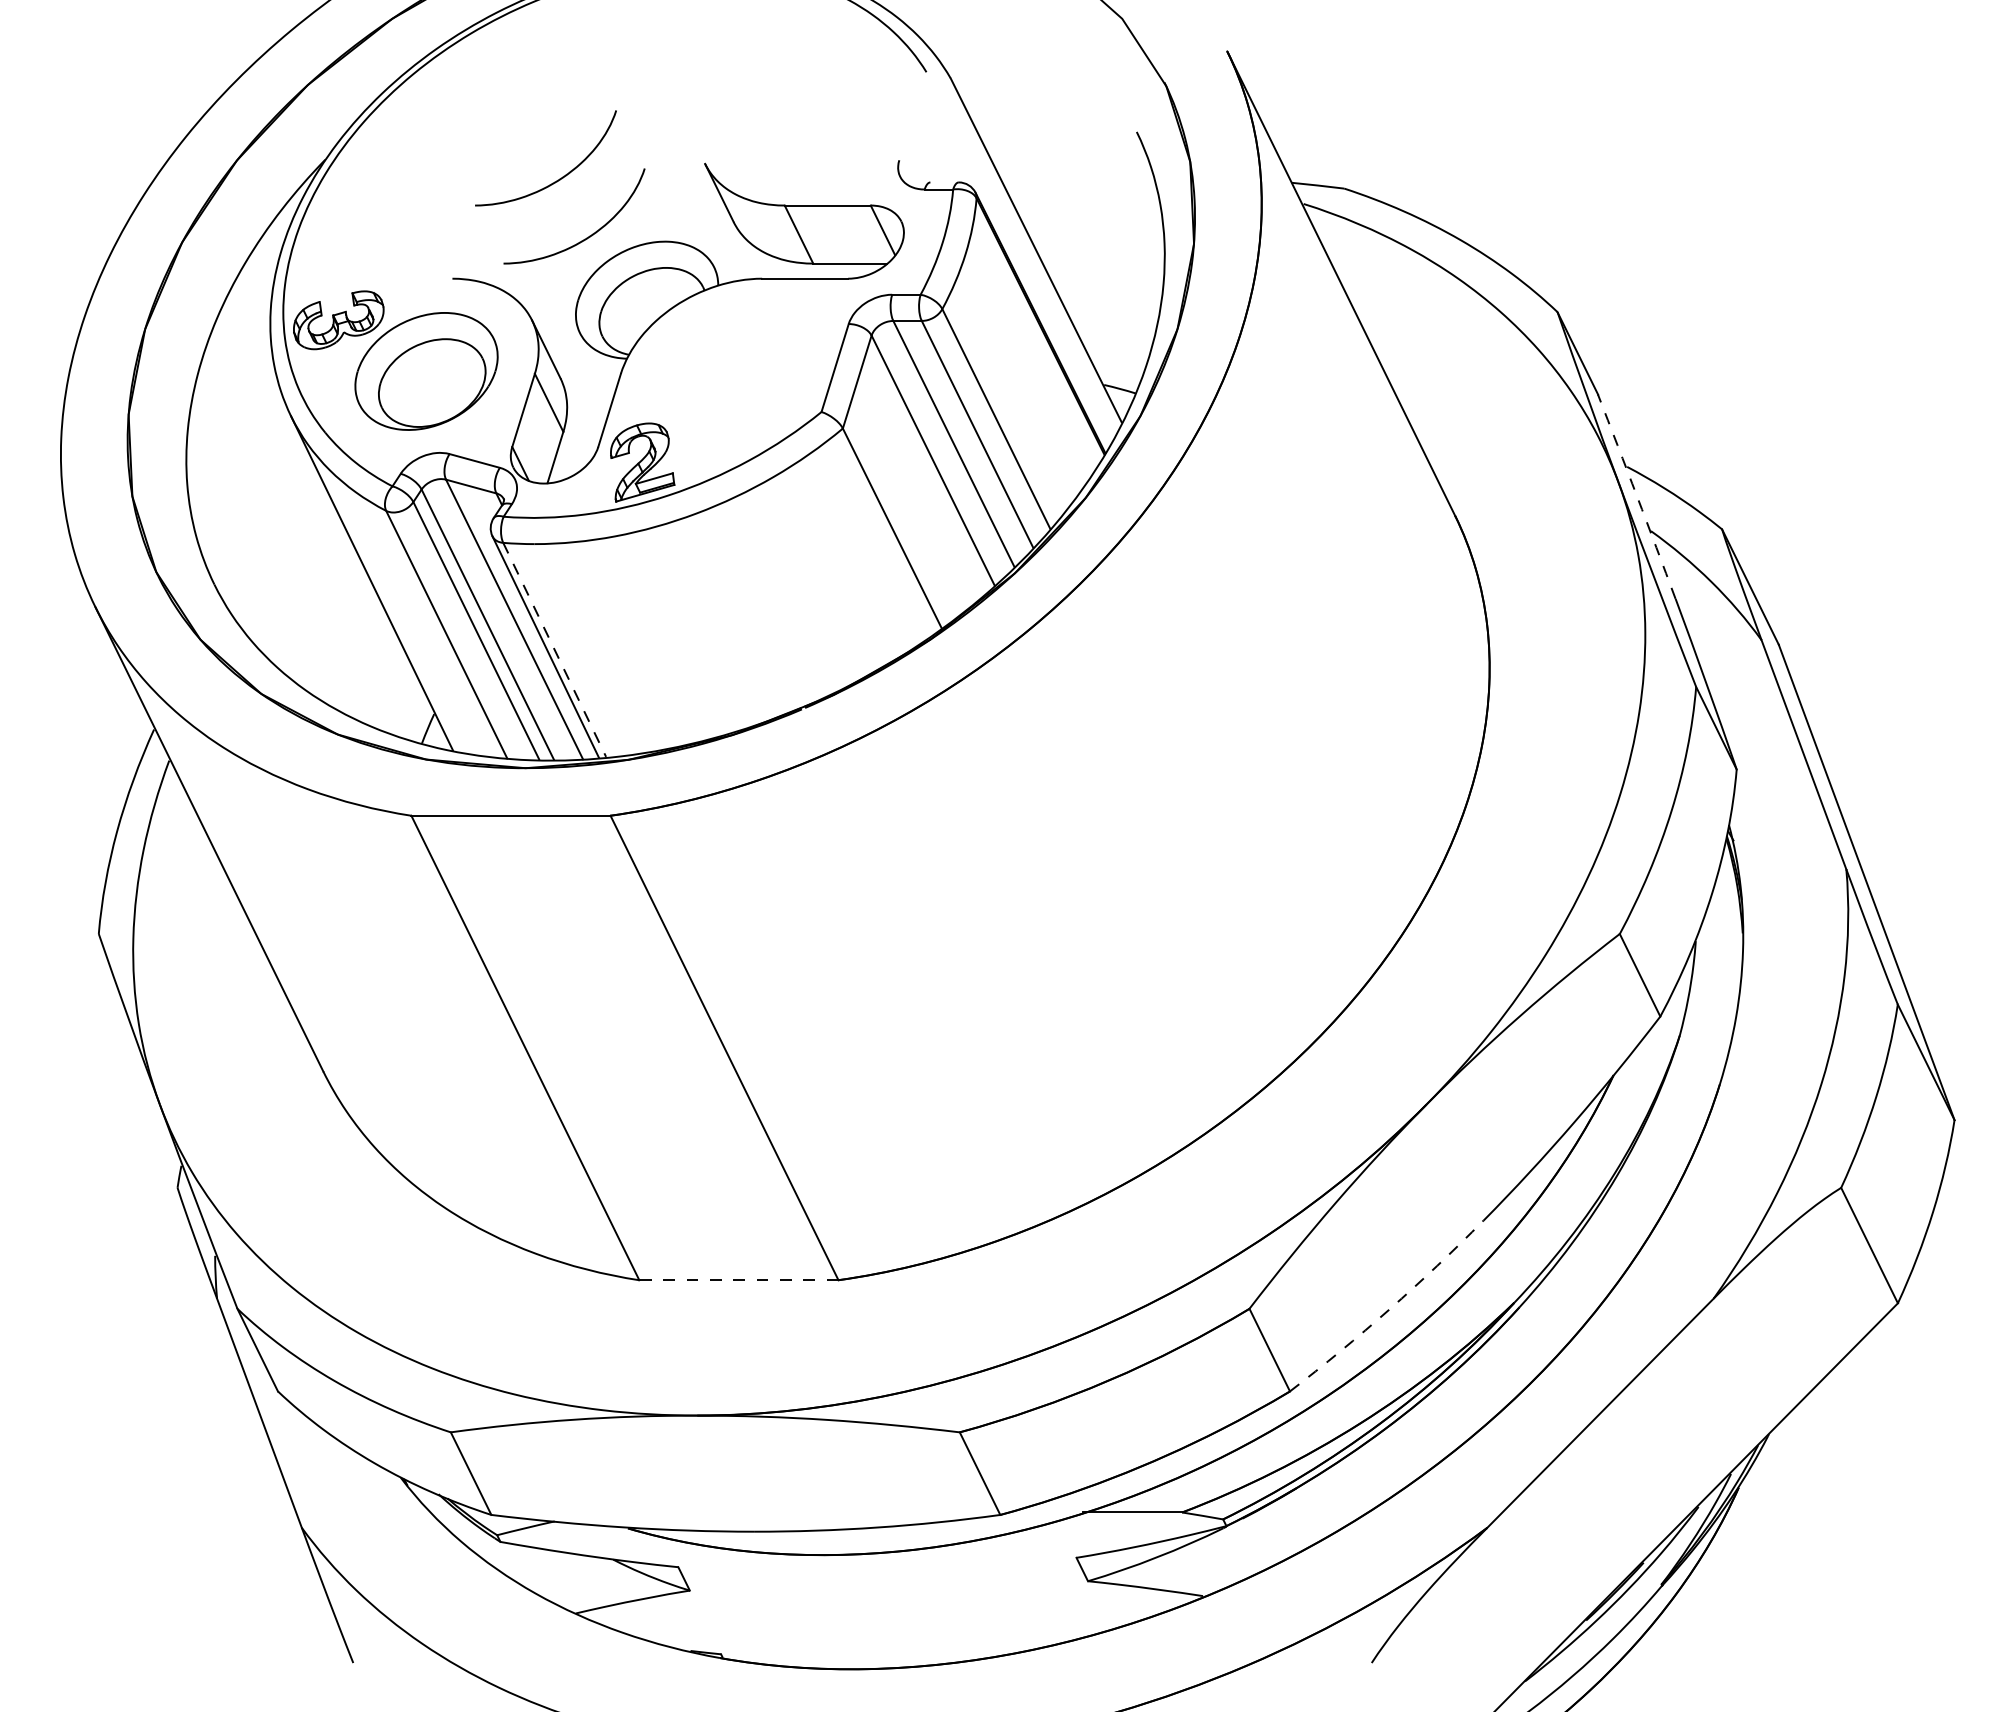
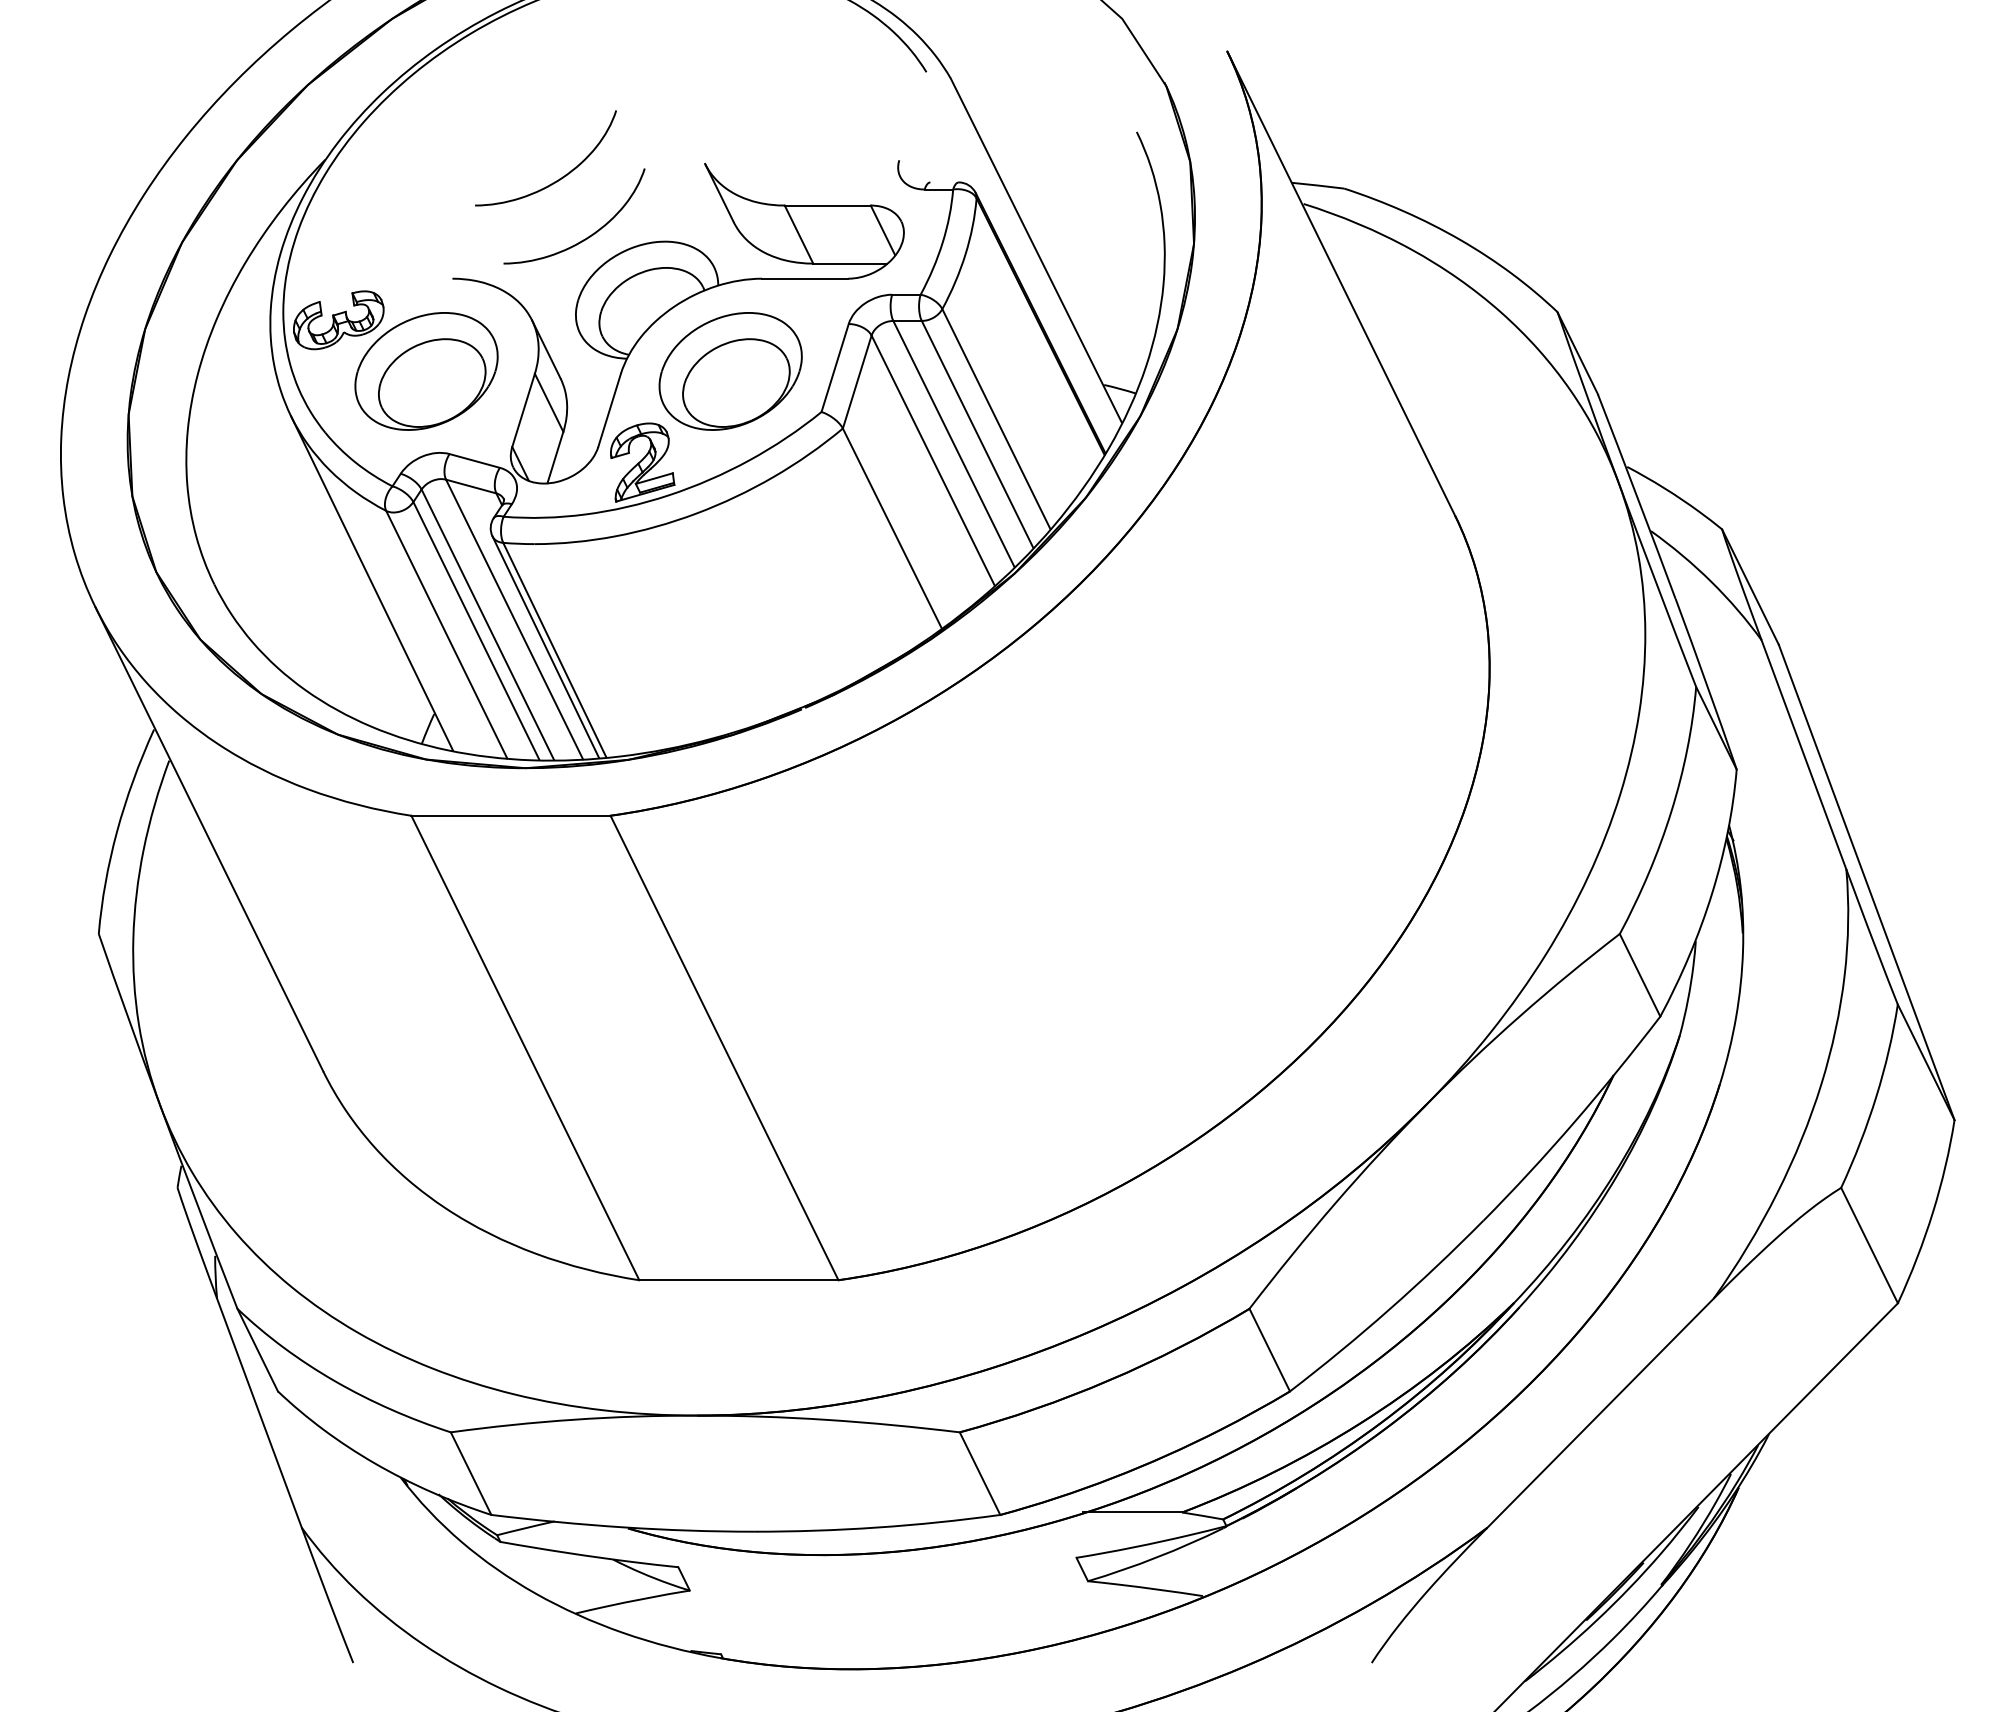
part at (730, 371): none -> present
arc at (1637, 496): dashed -> solid
line at (554, 649): dashed -> solid
line at (738, 1280): dashed -> solid
arc at (1389, 1309): dashed -> solid
